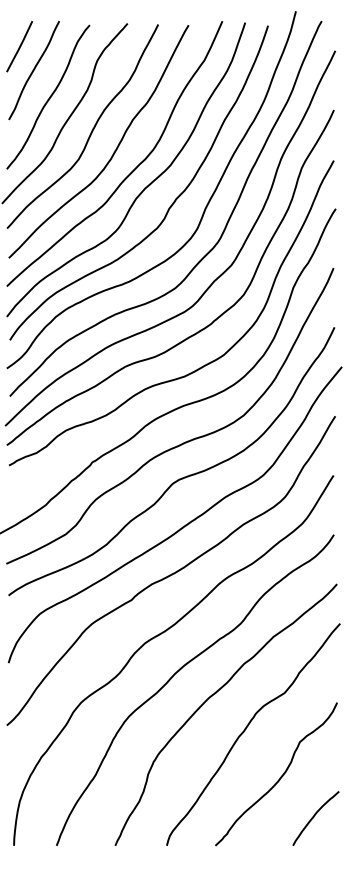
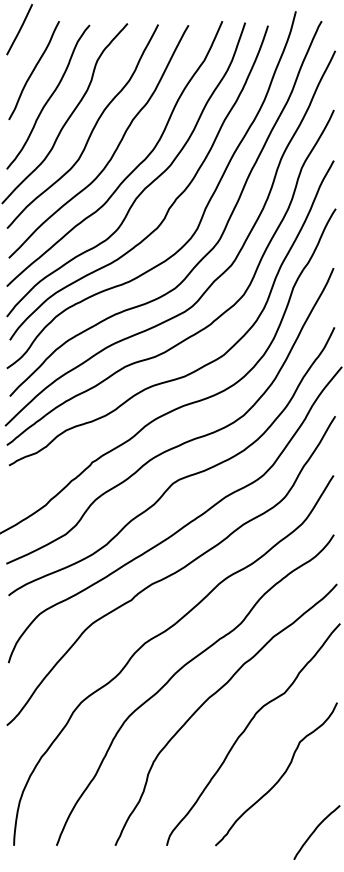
line at (19, 46) position: (19, 46) -> (19, 29)
curve at (314, 817) position: (314, 817) -> (315, 831)
